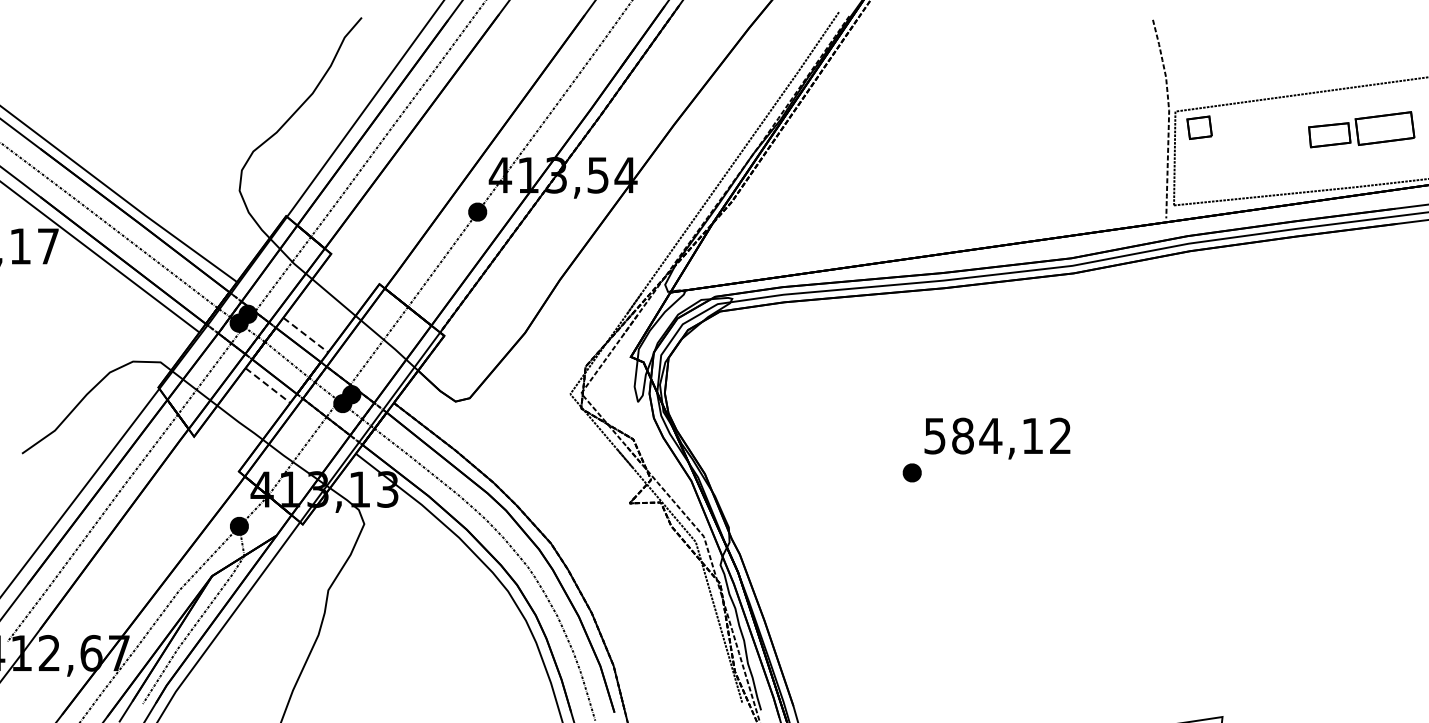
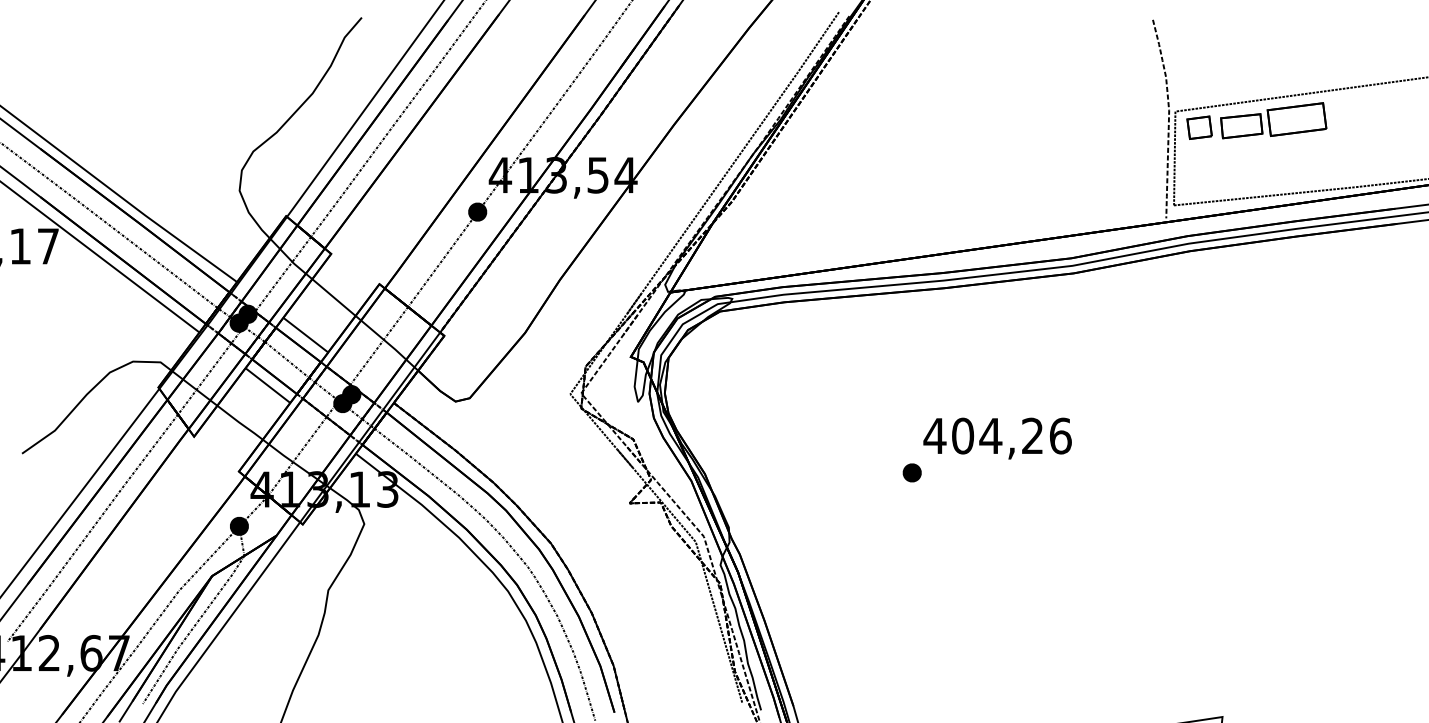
part at (1361, 129) position: (1361, 129) -> (1273, 120)
line at (306, 335): dashed -> solid
line at (268, 385): dashed -> solid
text at (997, 435): 584,12 -> 404,26
